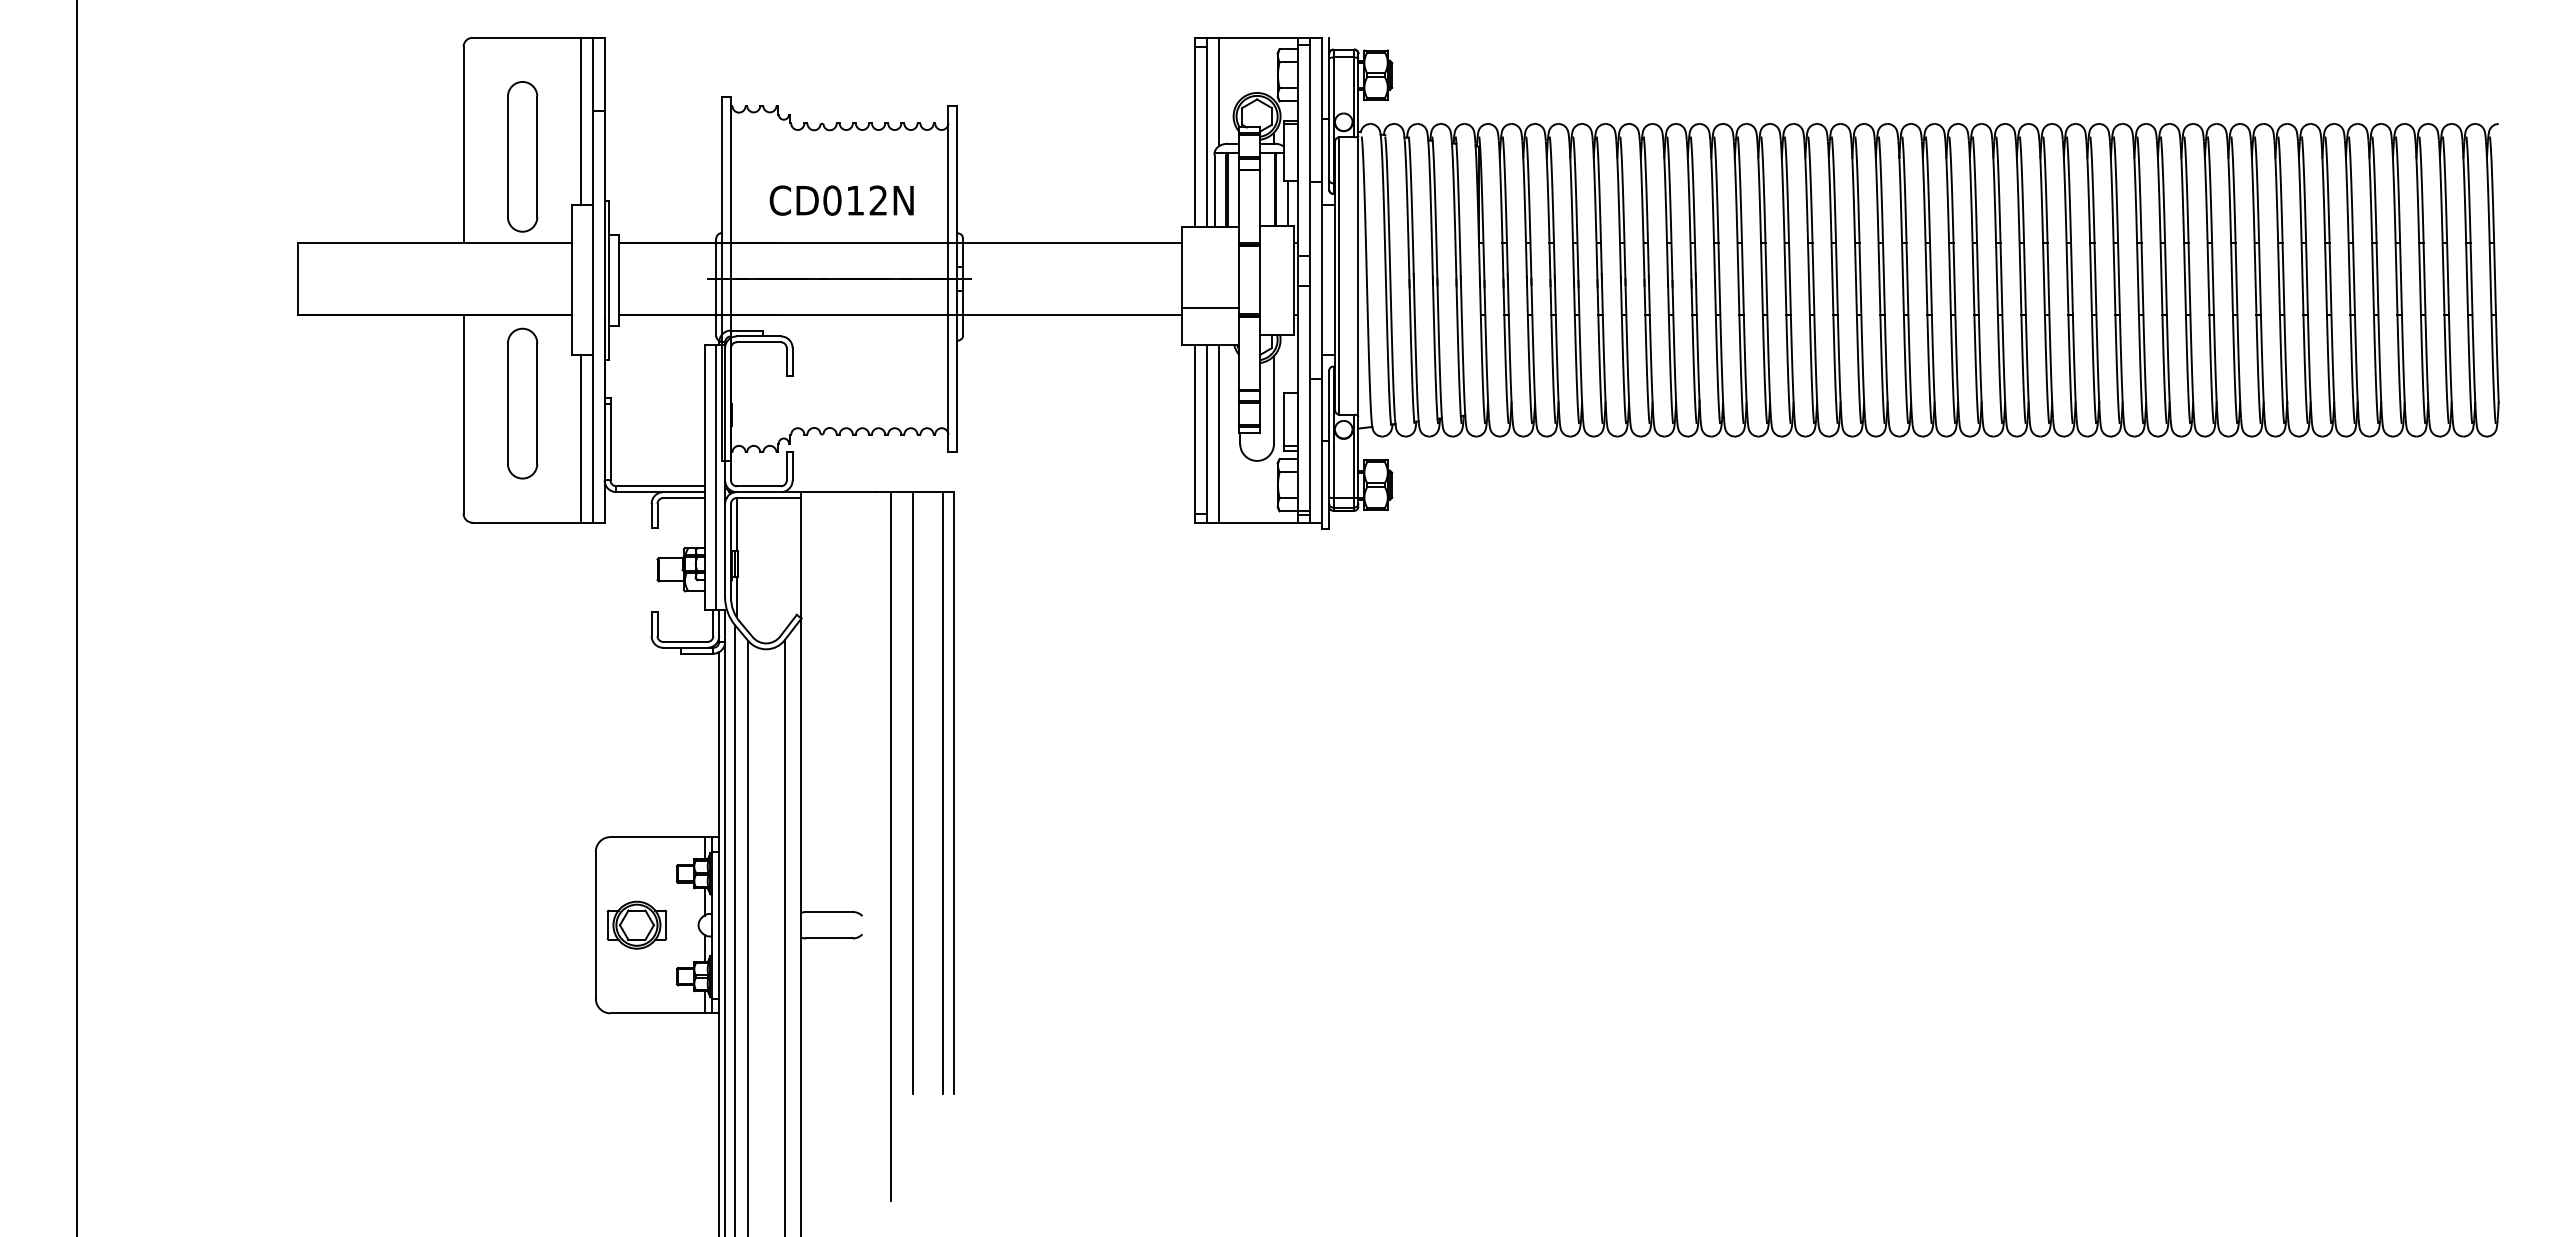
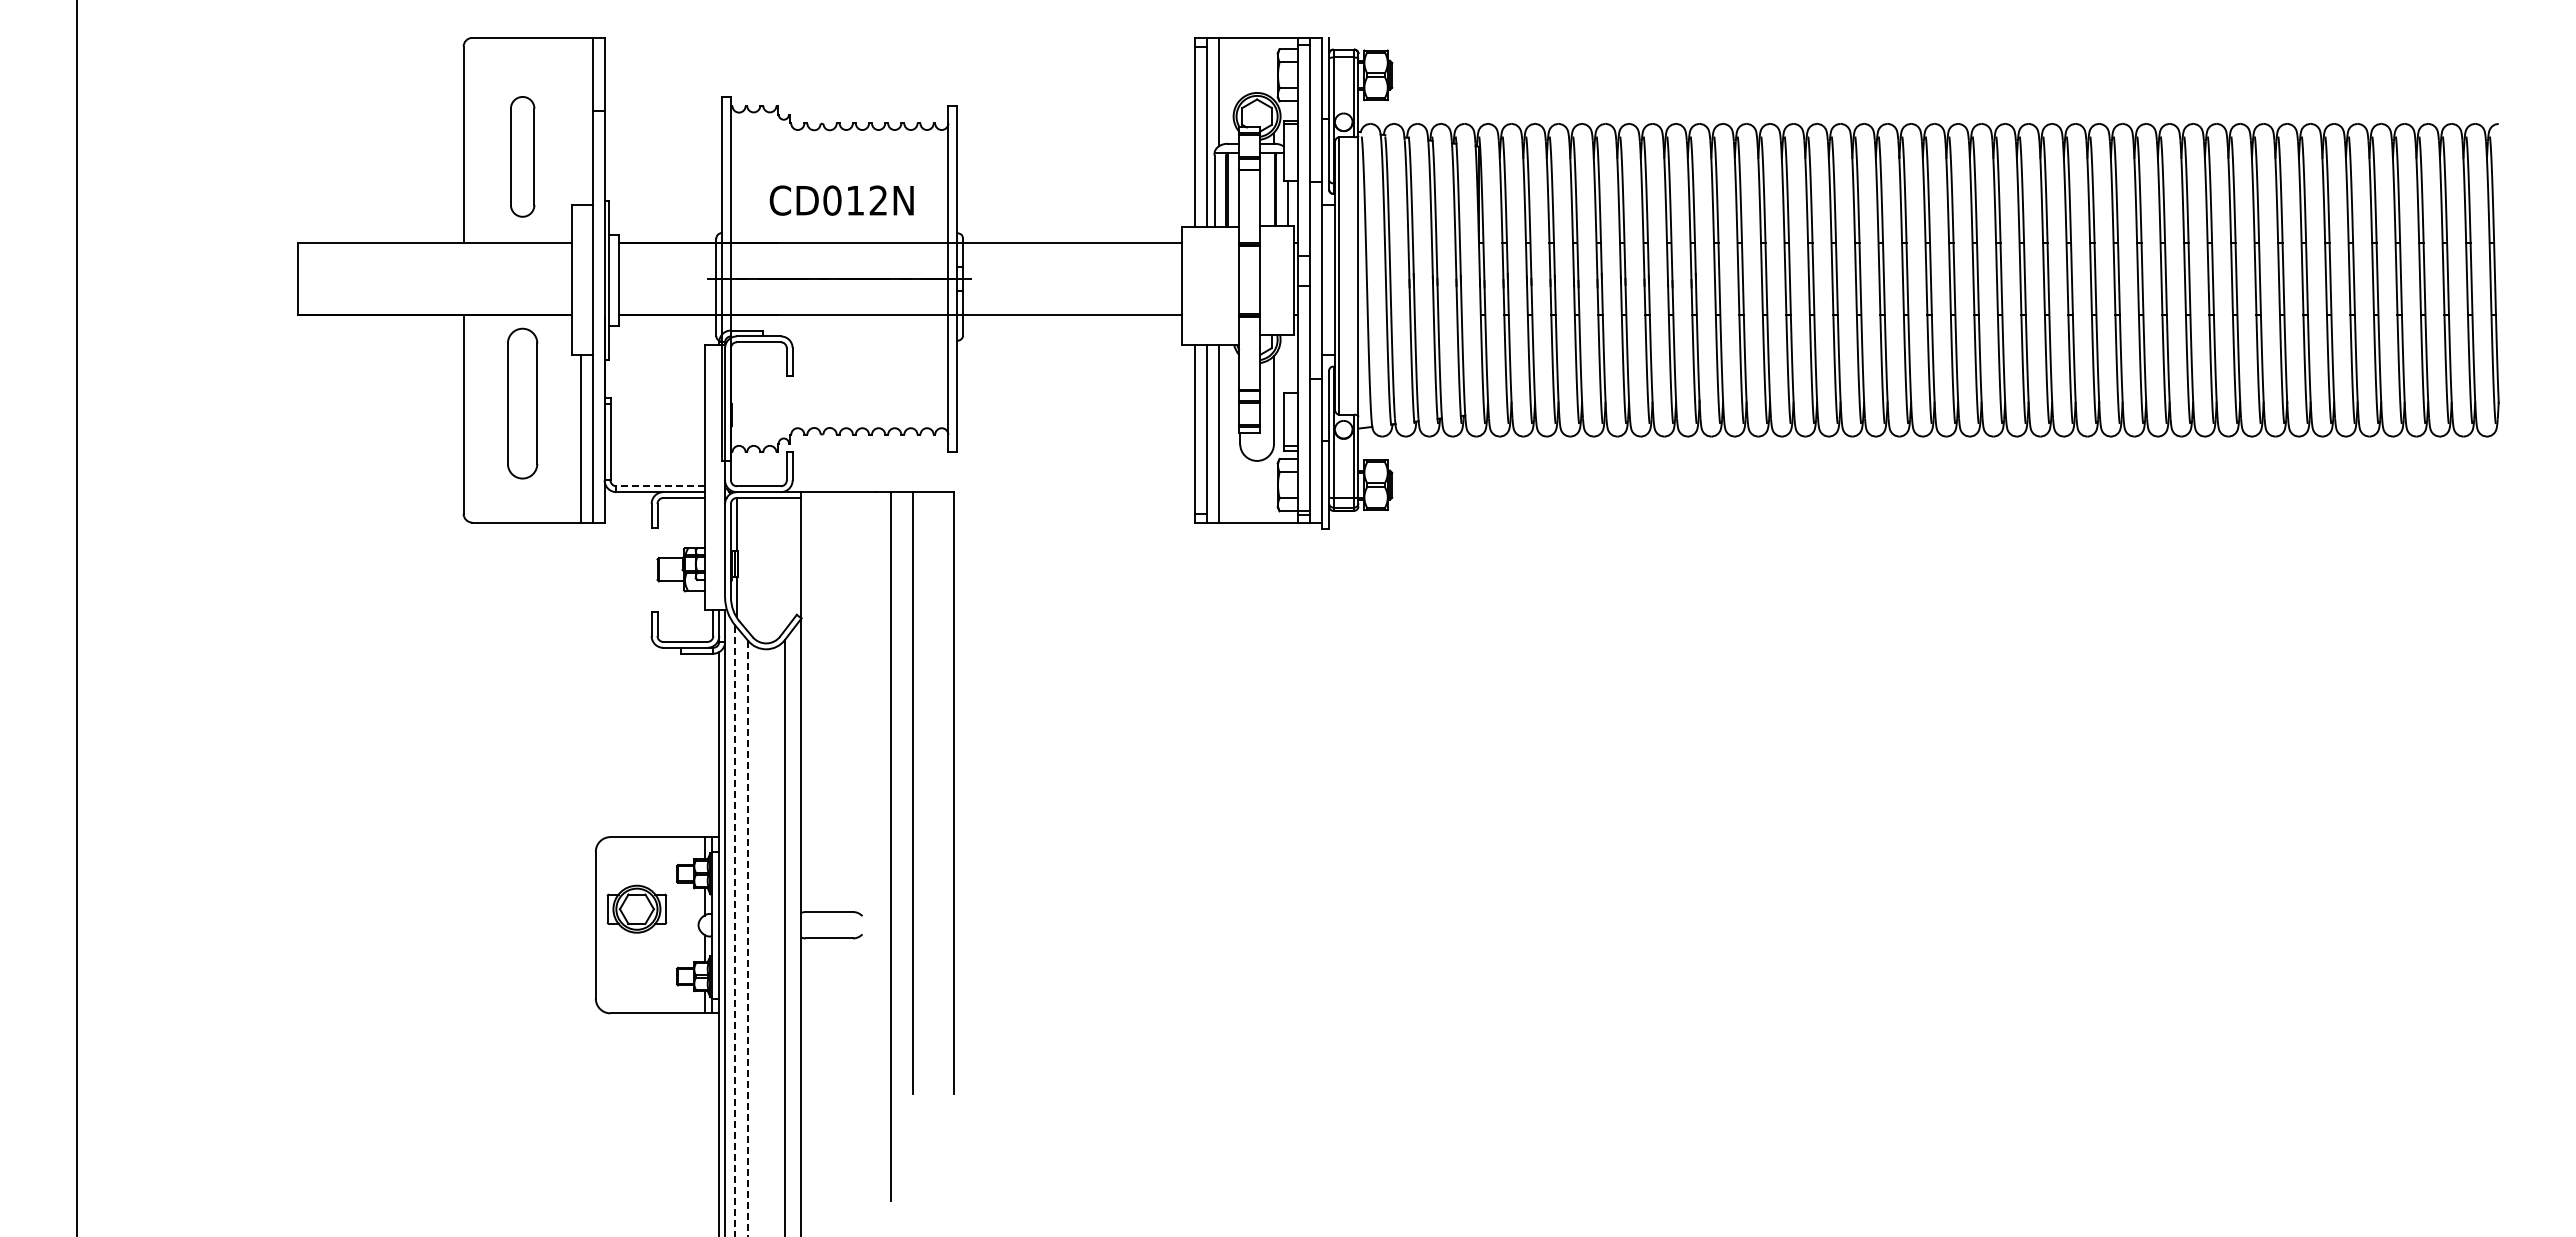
line at (581, 121): present -> none
part at (522, 156) size: 32x152 px -> 26x122 px
line at (1210, 308): present -> none
line at (716, 477): present -> none
line at (659, 486): solid -> dashed
line at (942, 792): present -> none
part at (636, 924) position: (636, 924) -> (636, 908)
line at (735, 931): solid -> dashed
line at (748, 938): solid -> dashed
